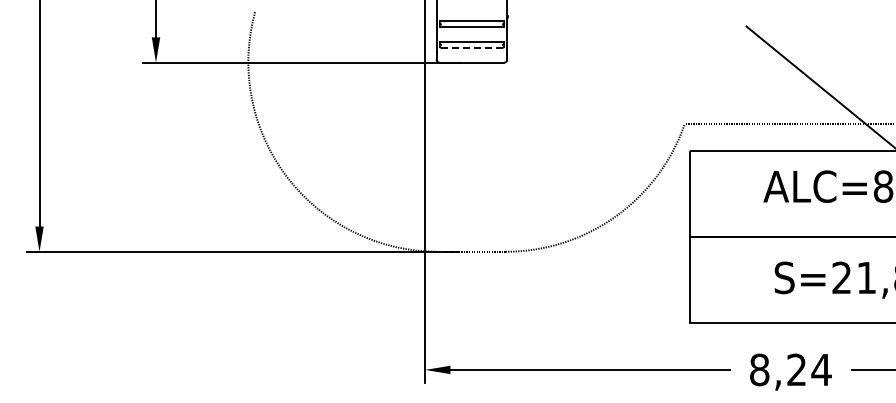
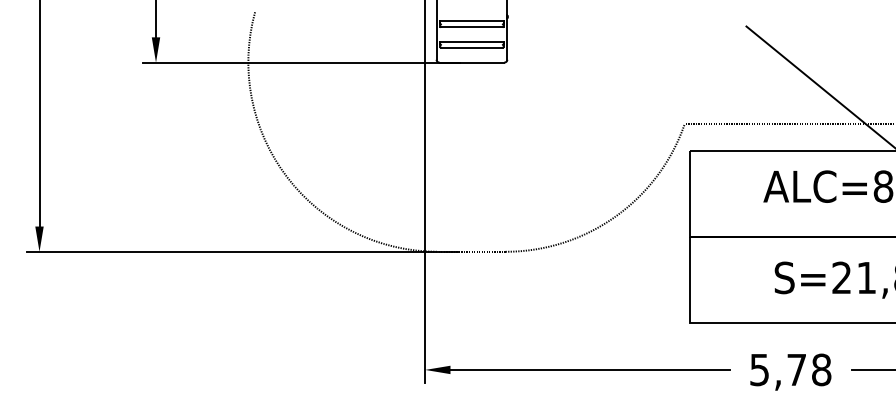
line at (472, 47): dashed -> solid
text at (790, 369): 8,24 -> 5,78
